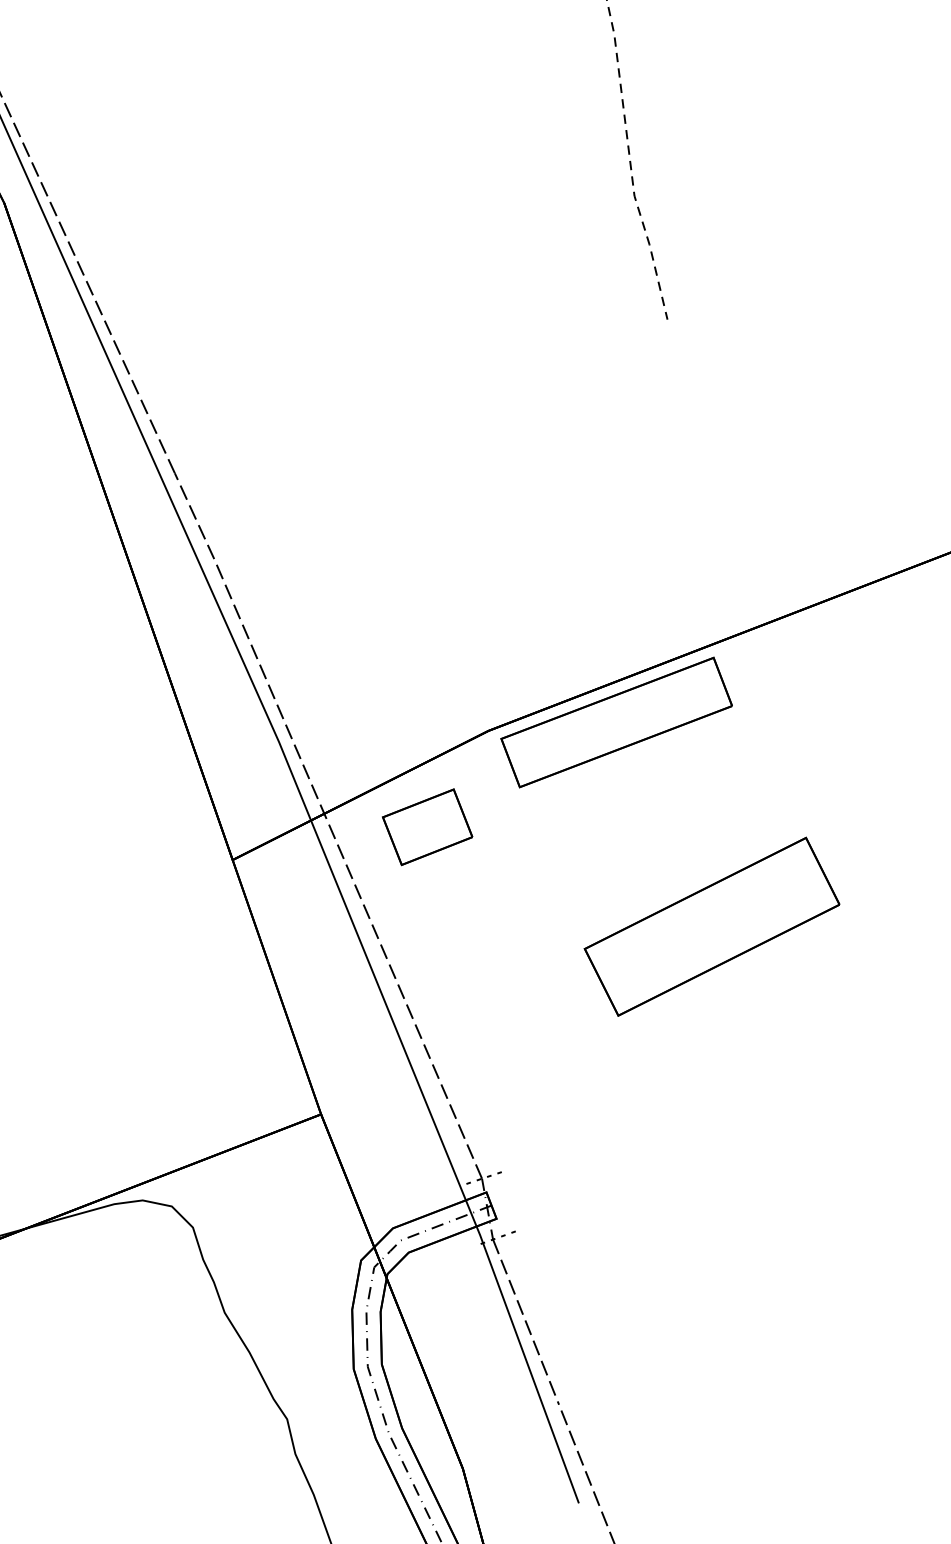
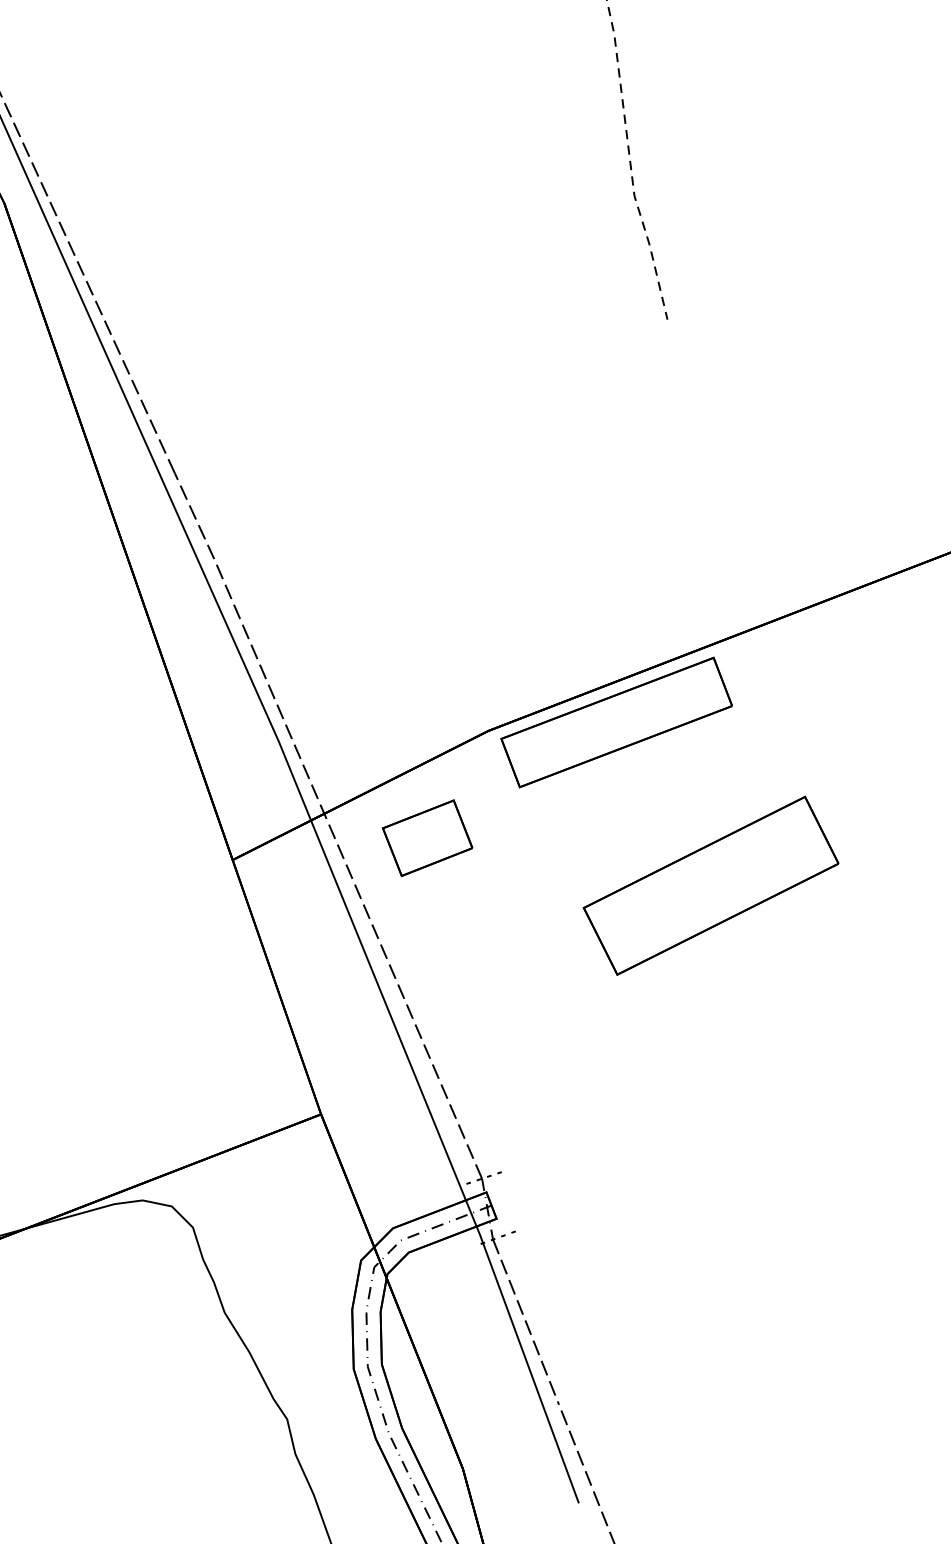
part at (427, 827) position: (427, 827) -> (427, 838)
part at (711, 926) position: (711, 926) -> (710, 885)
